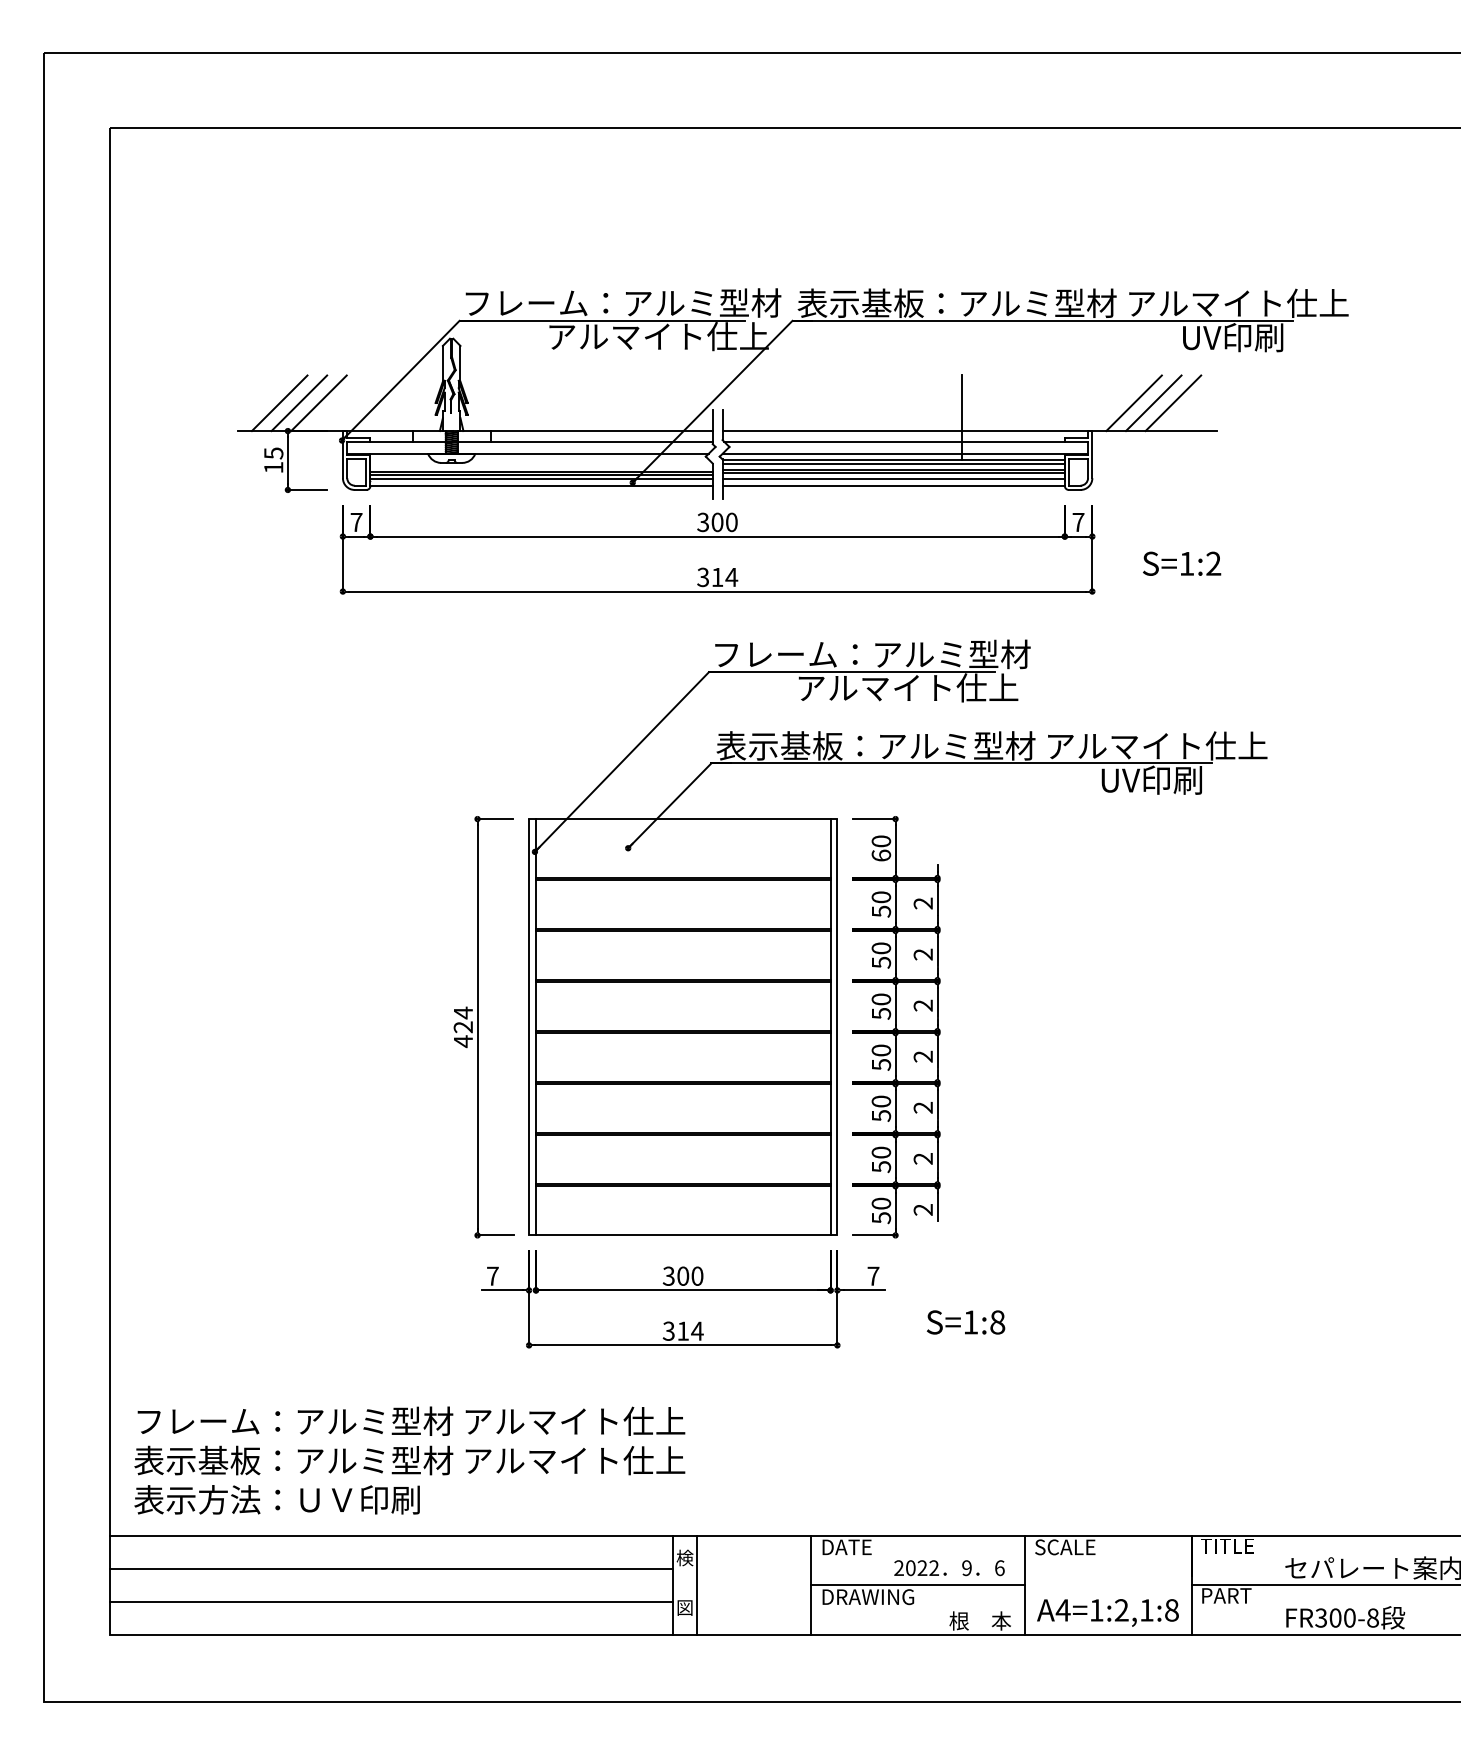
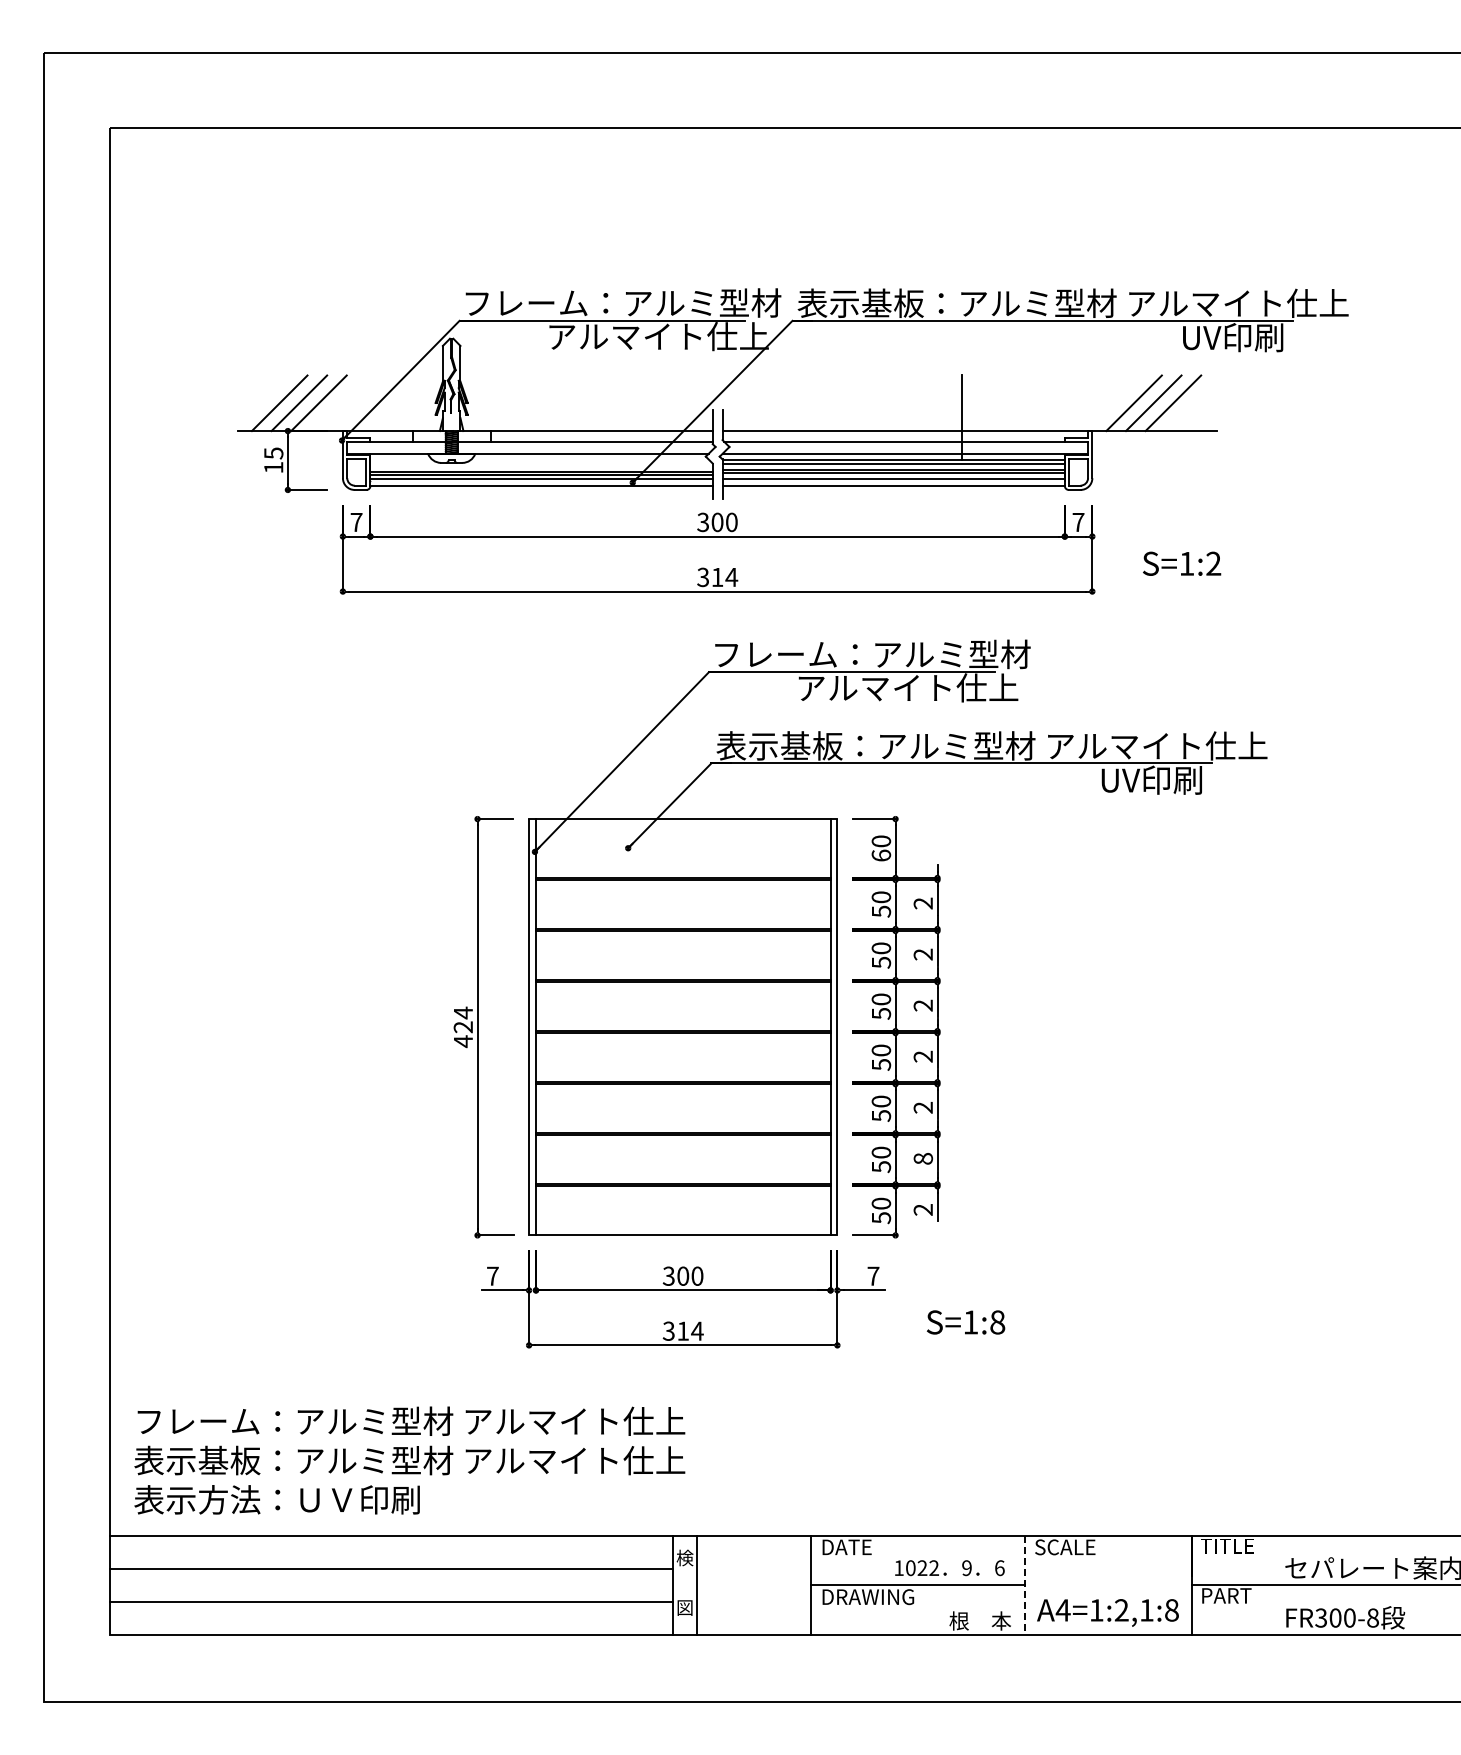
text at (923, 1158): 2 -> 8
text at (898, 1567): 2022 -> 1022
line at (1024, 1585): solid -> dashed
